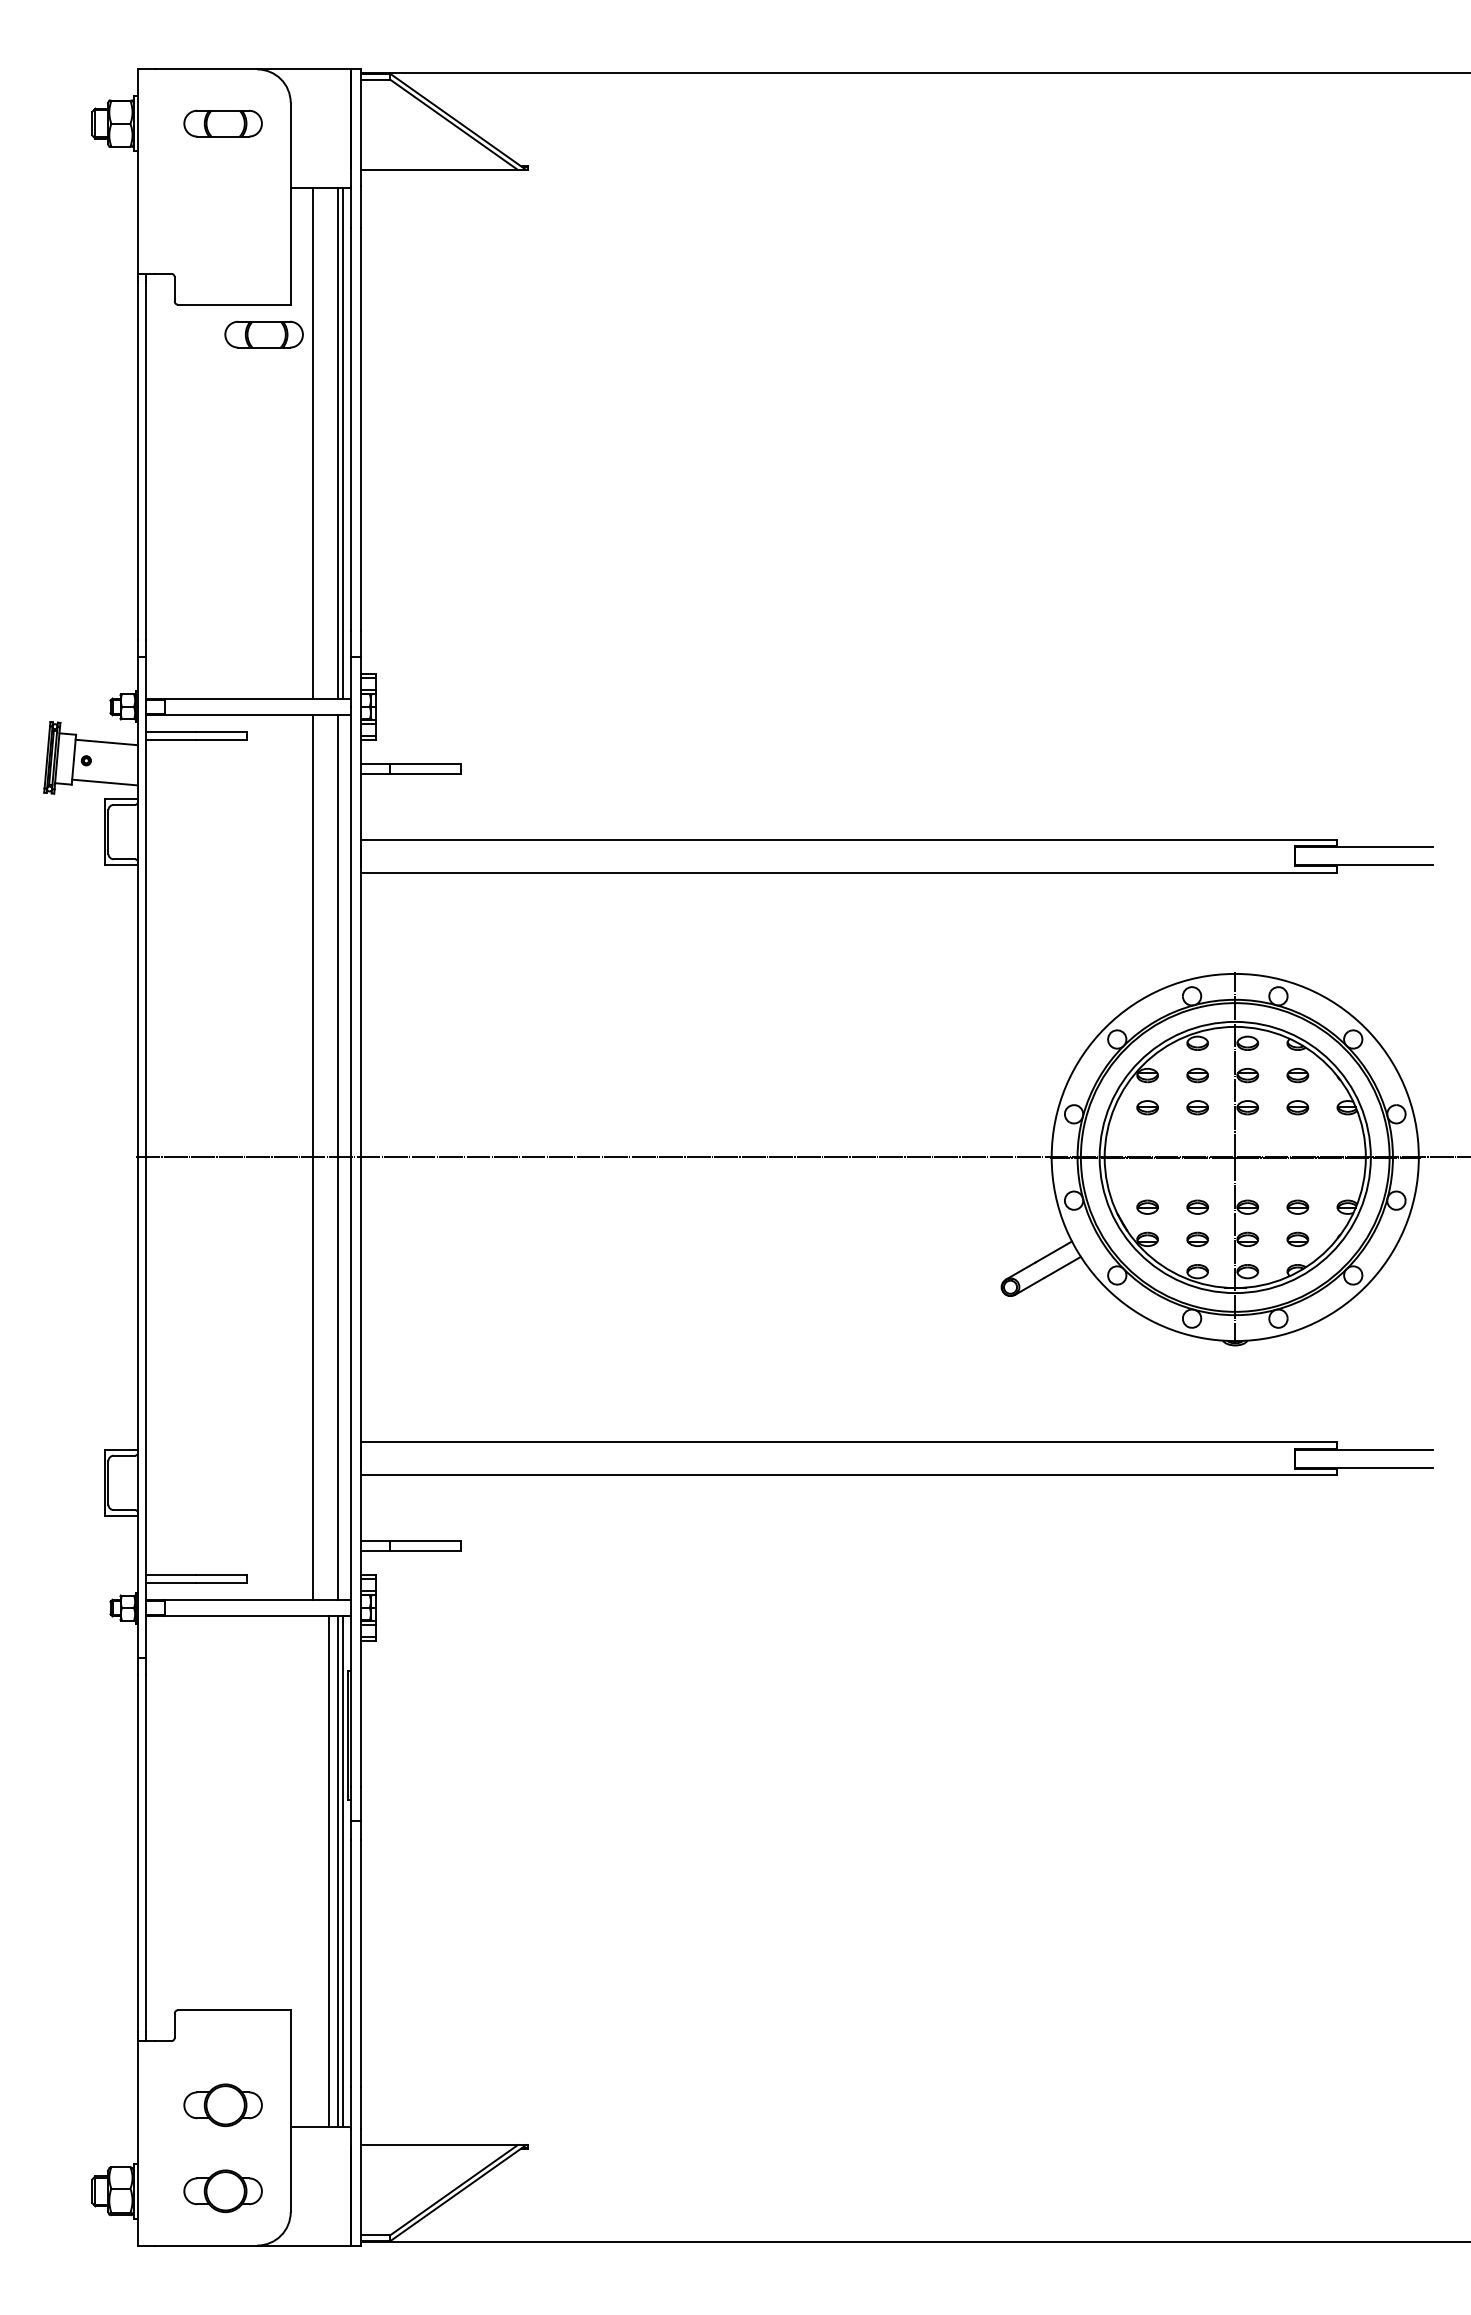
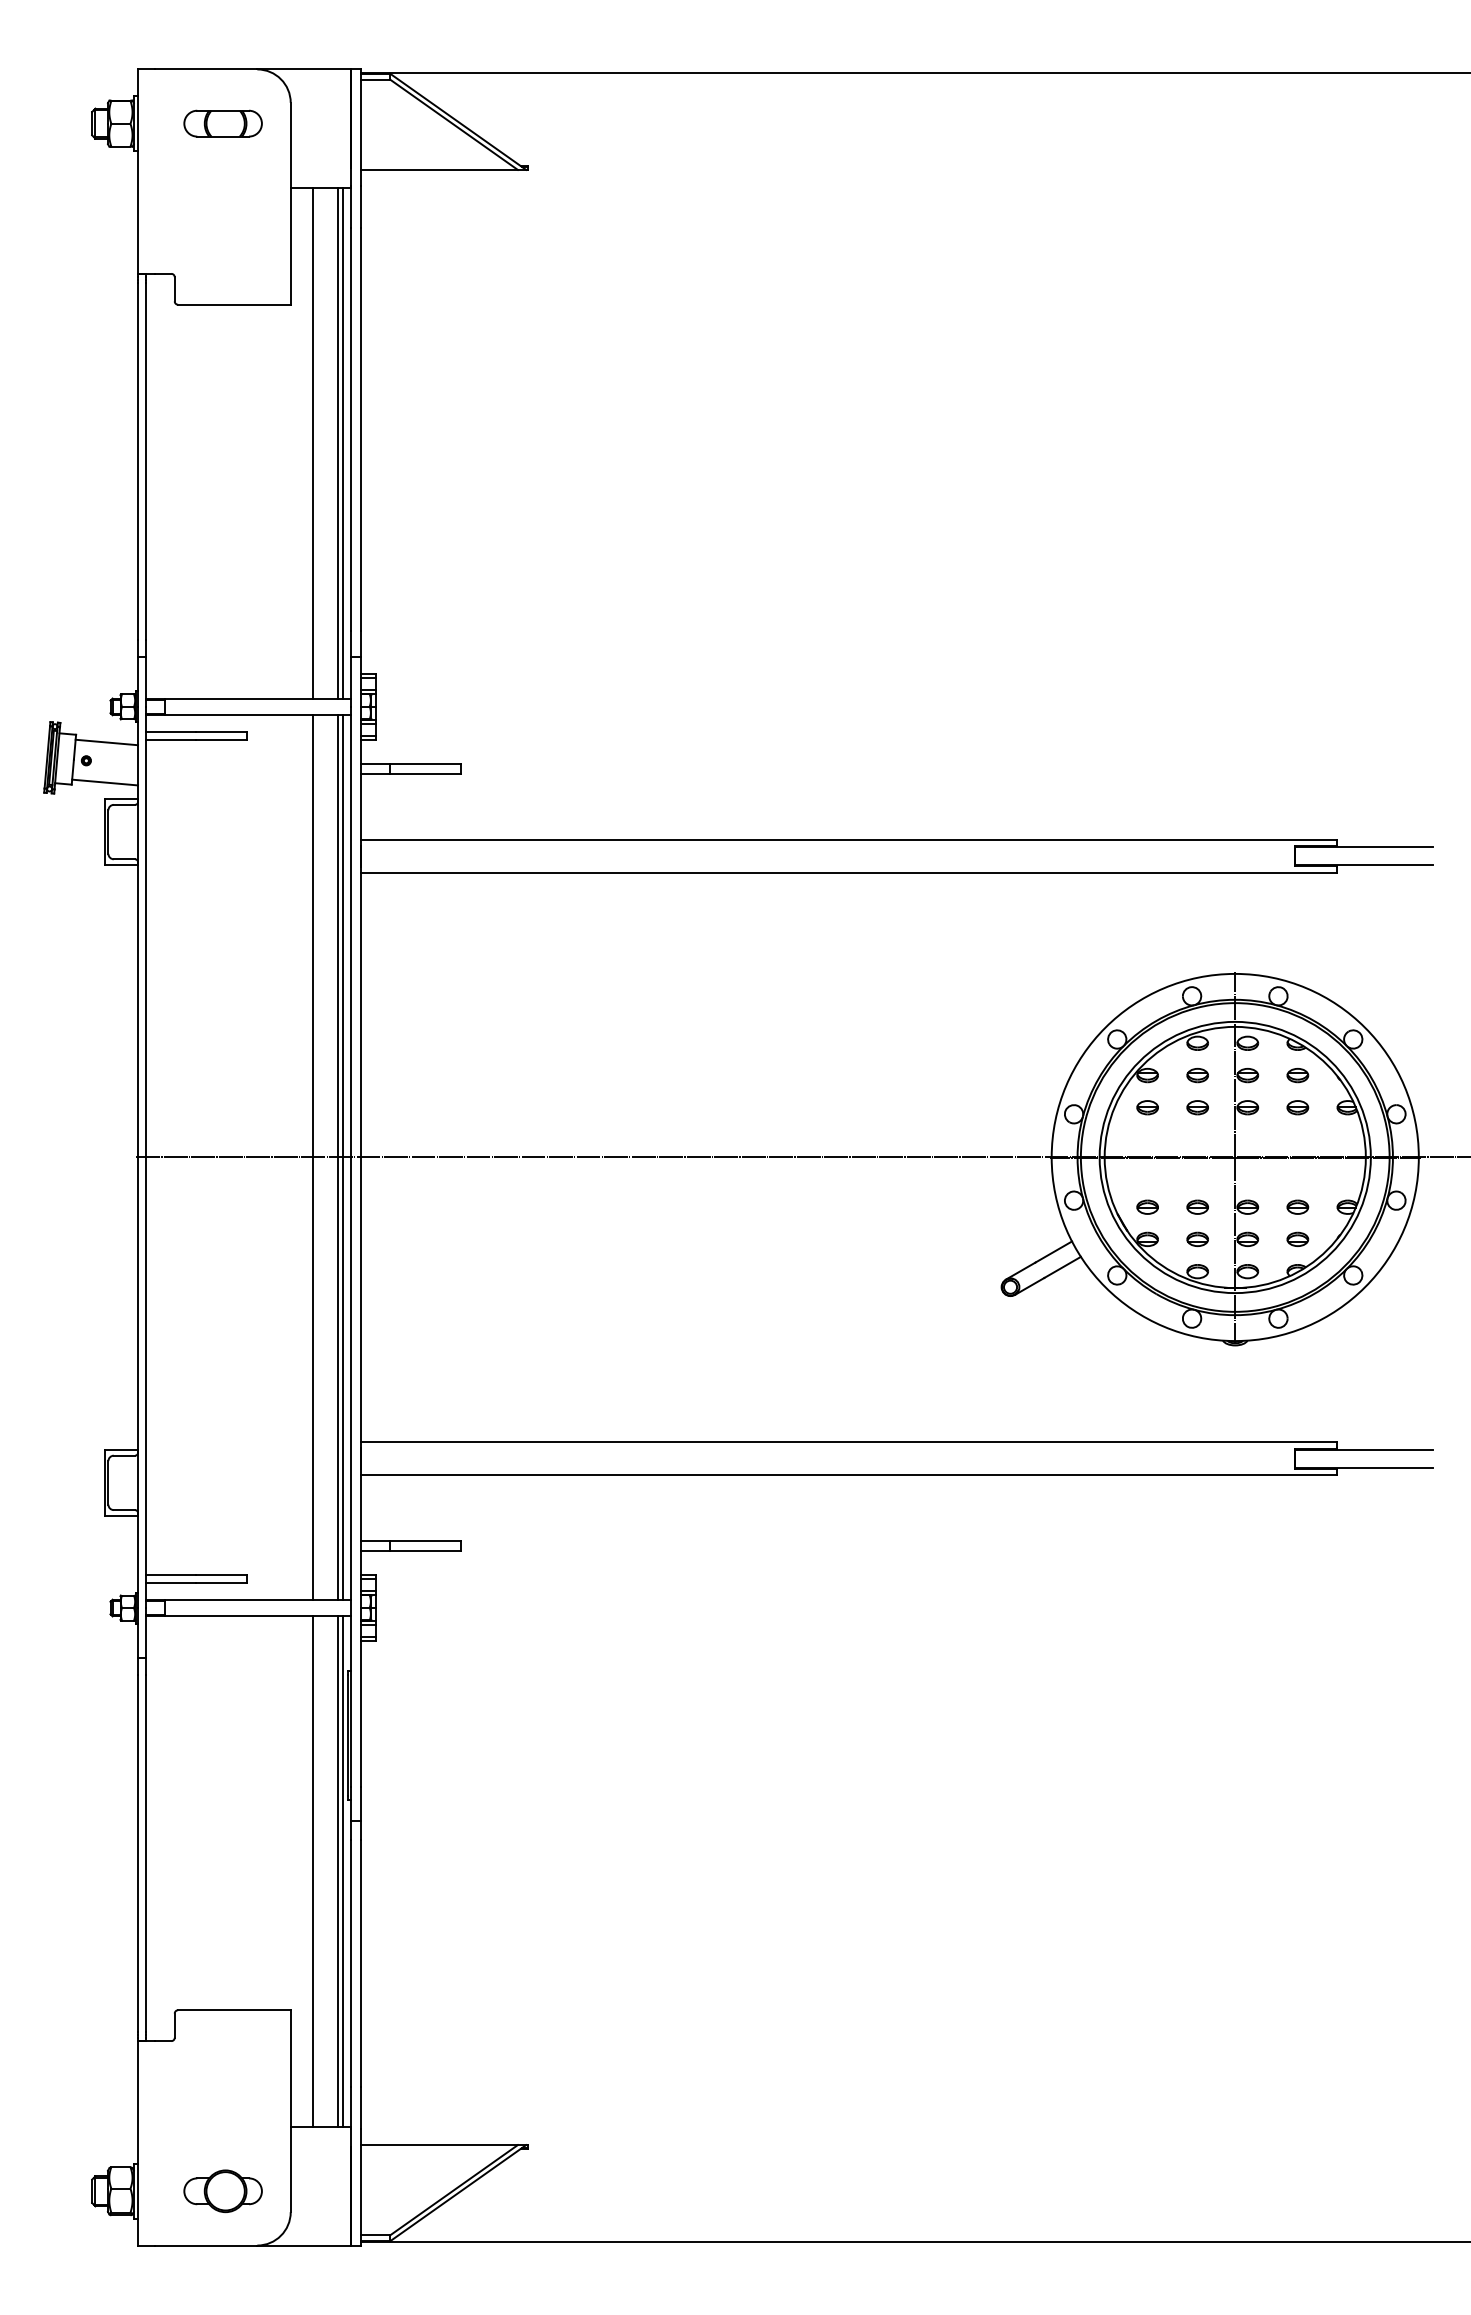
part at (263, 334): present -> none
line at (343, 1157): none -> present
line at (329, 1871) position: (329, 1871) -> (313, 1871)
part at (222, 2105): present -> none
